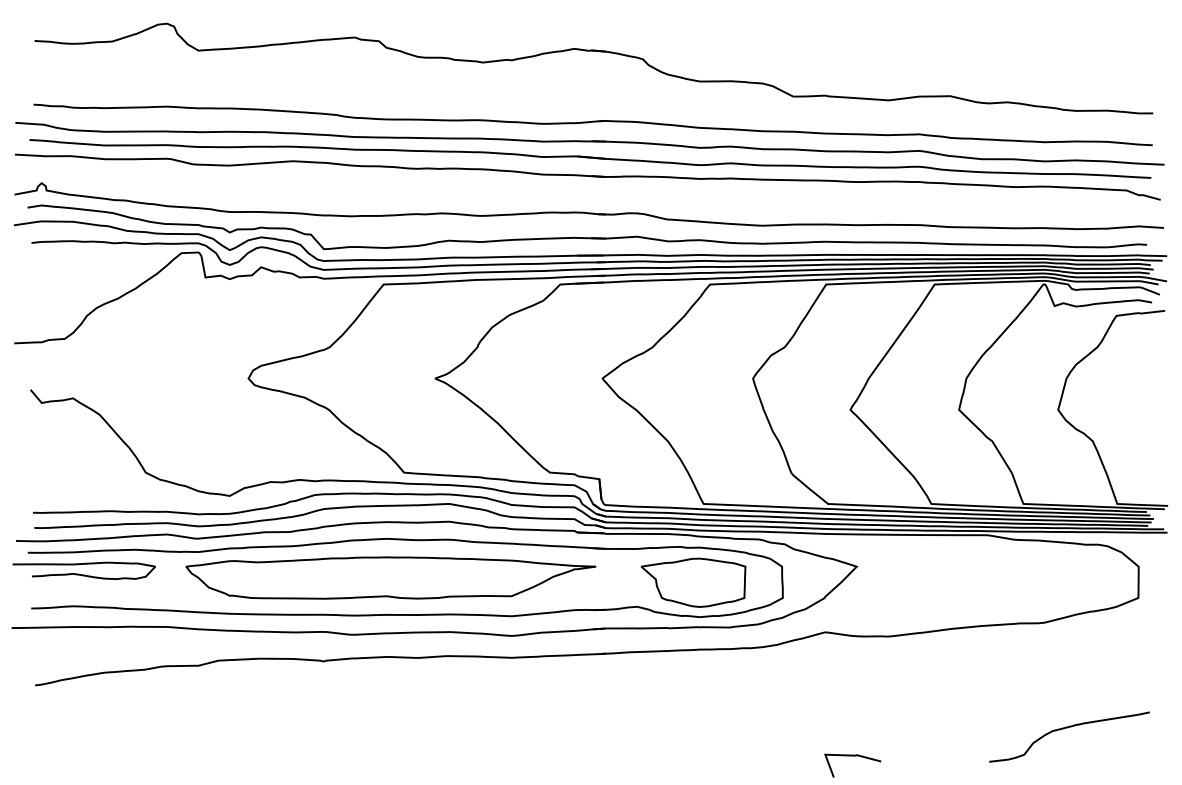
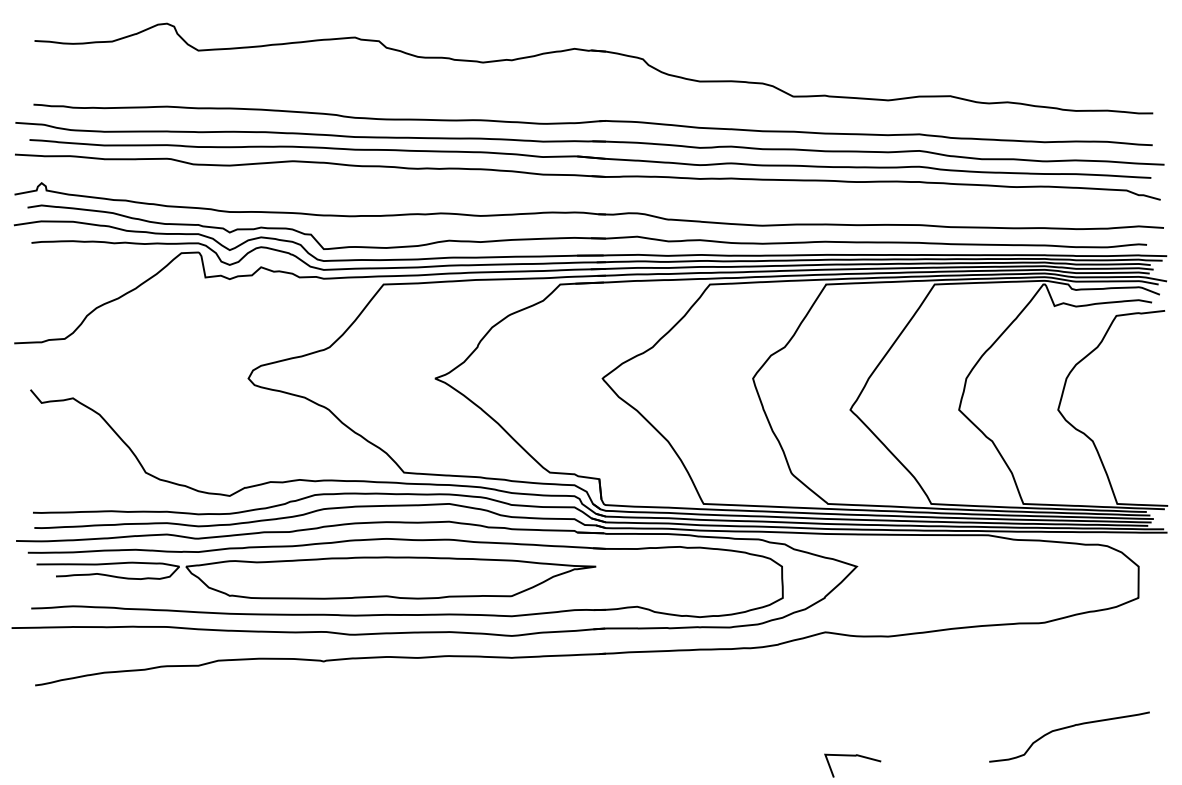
curve at (83, 574) position: (83, 574) -> (107, 574)
part at (693, 582): present -> none
